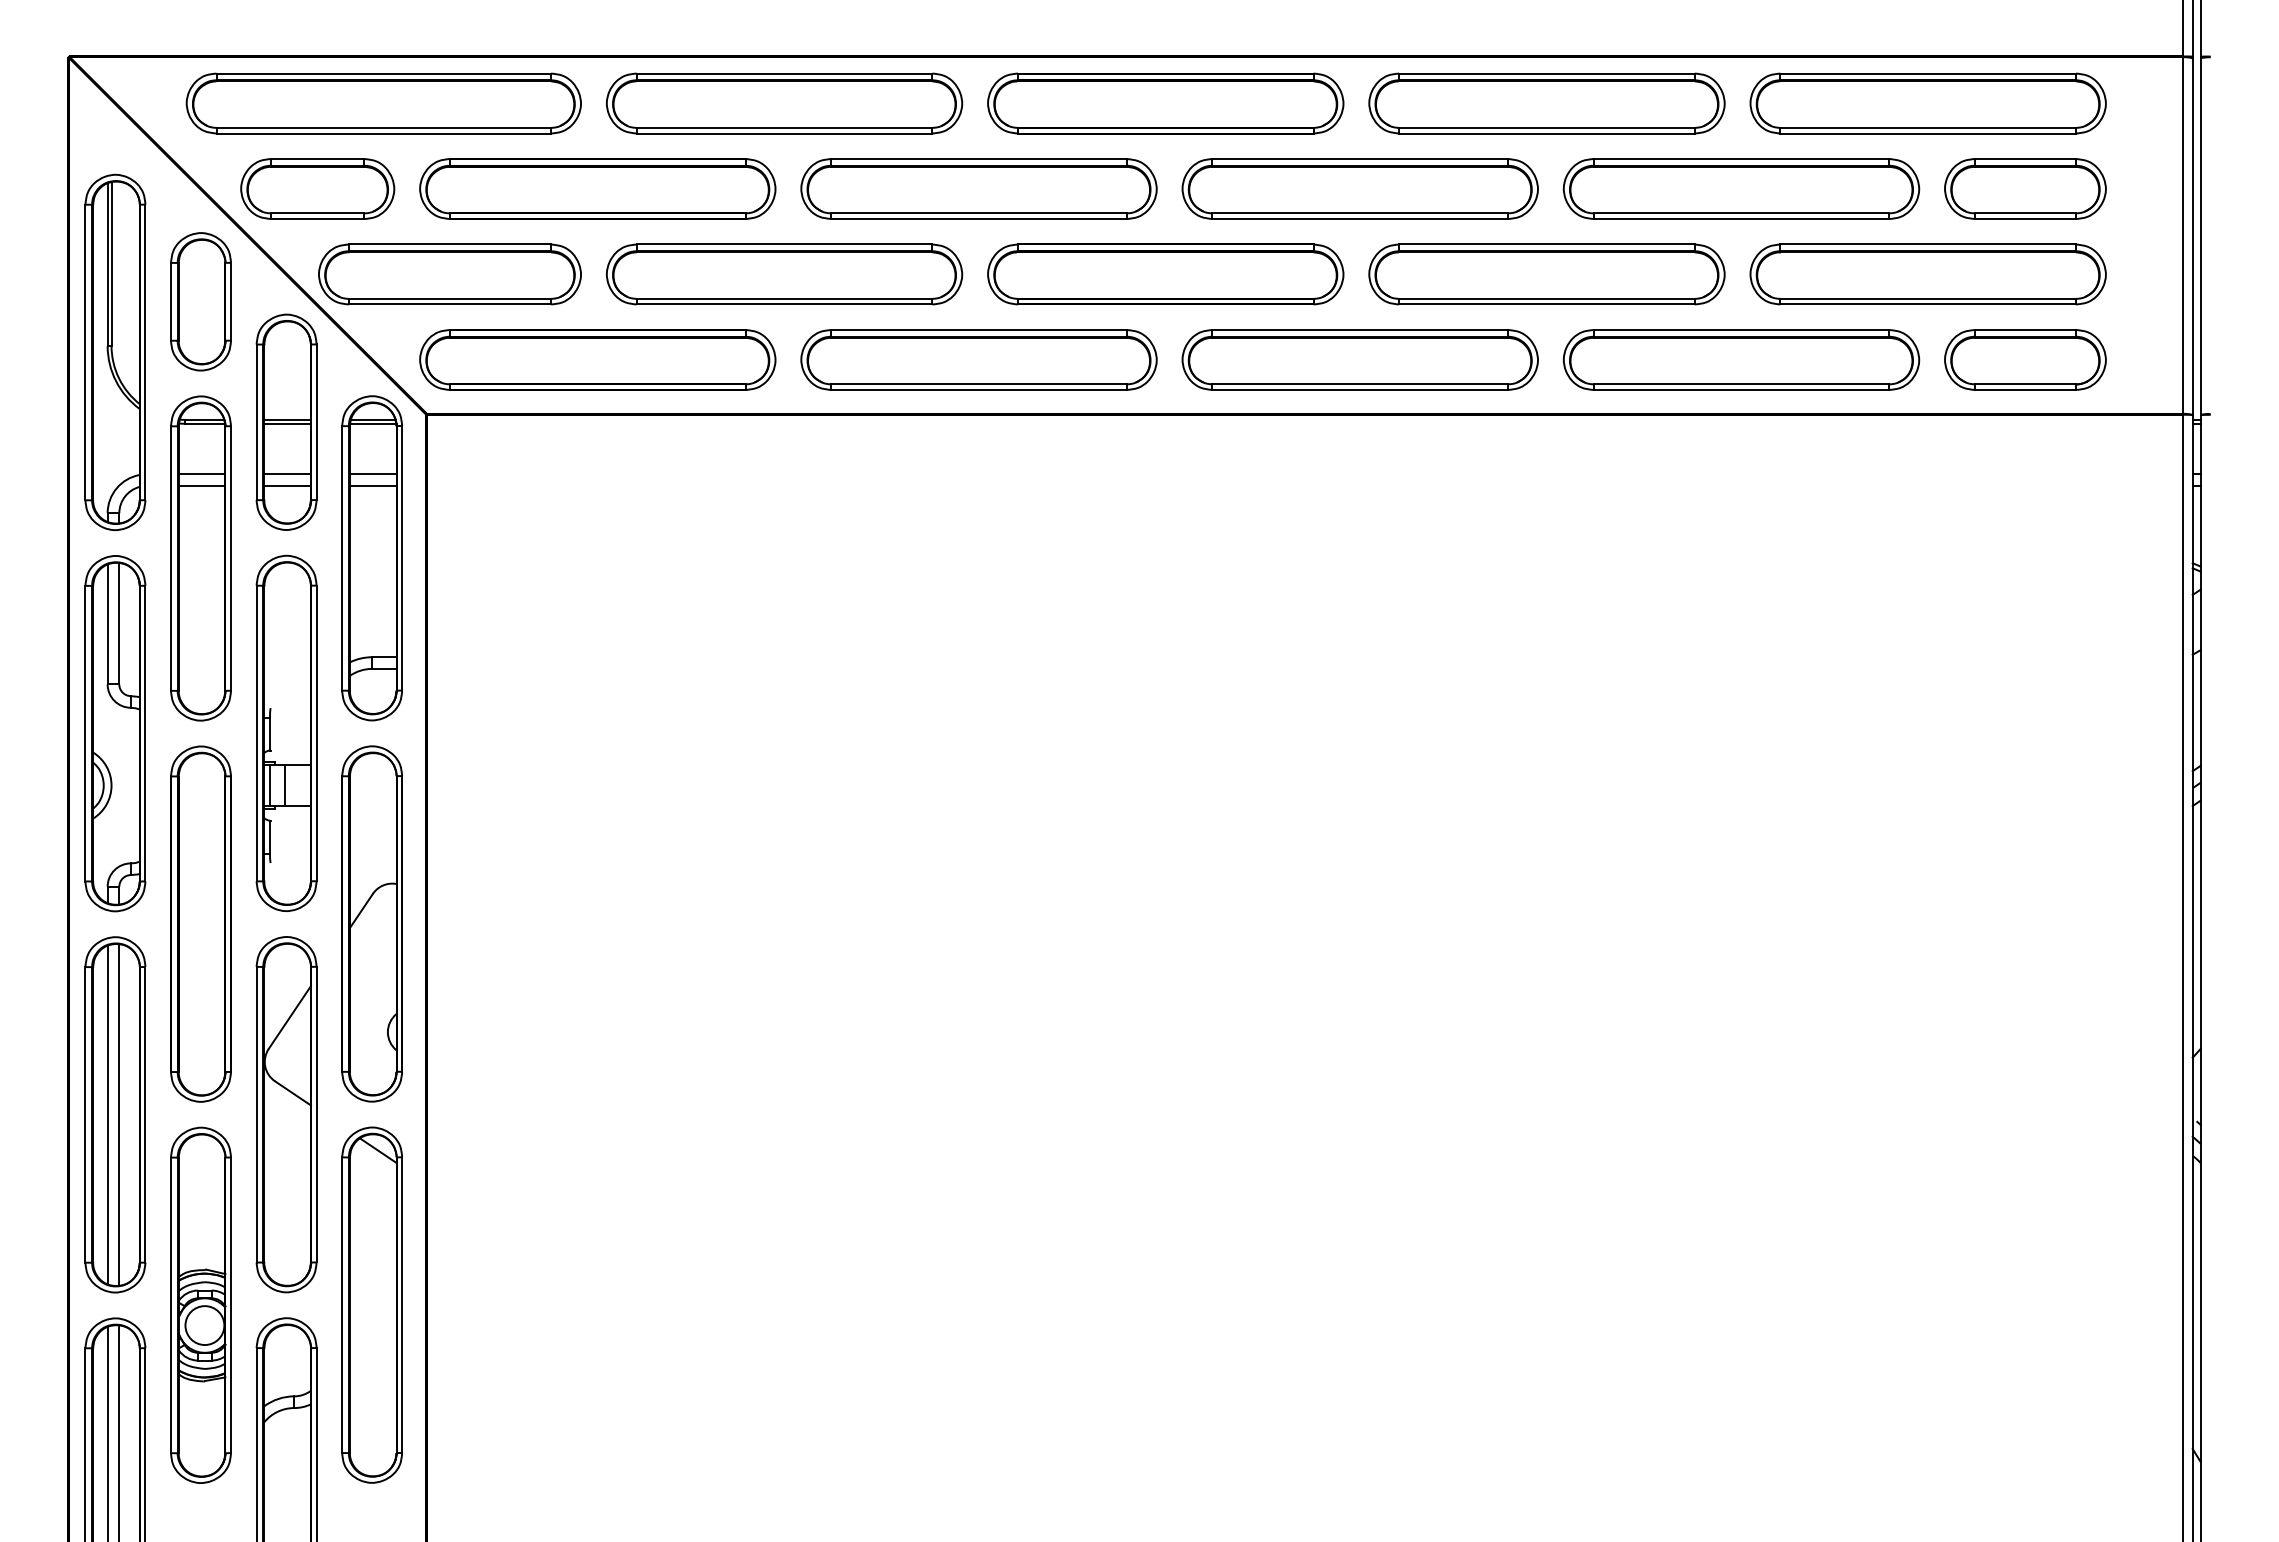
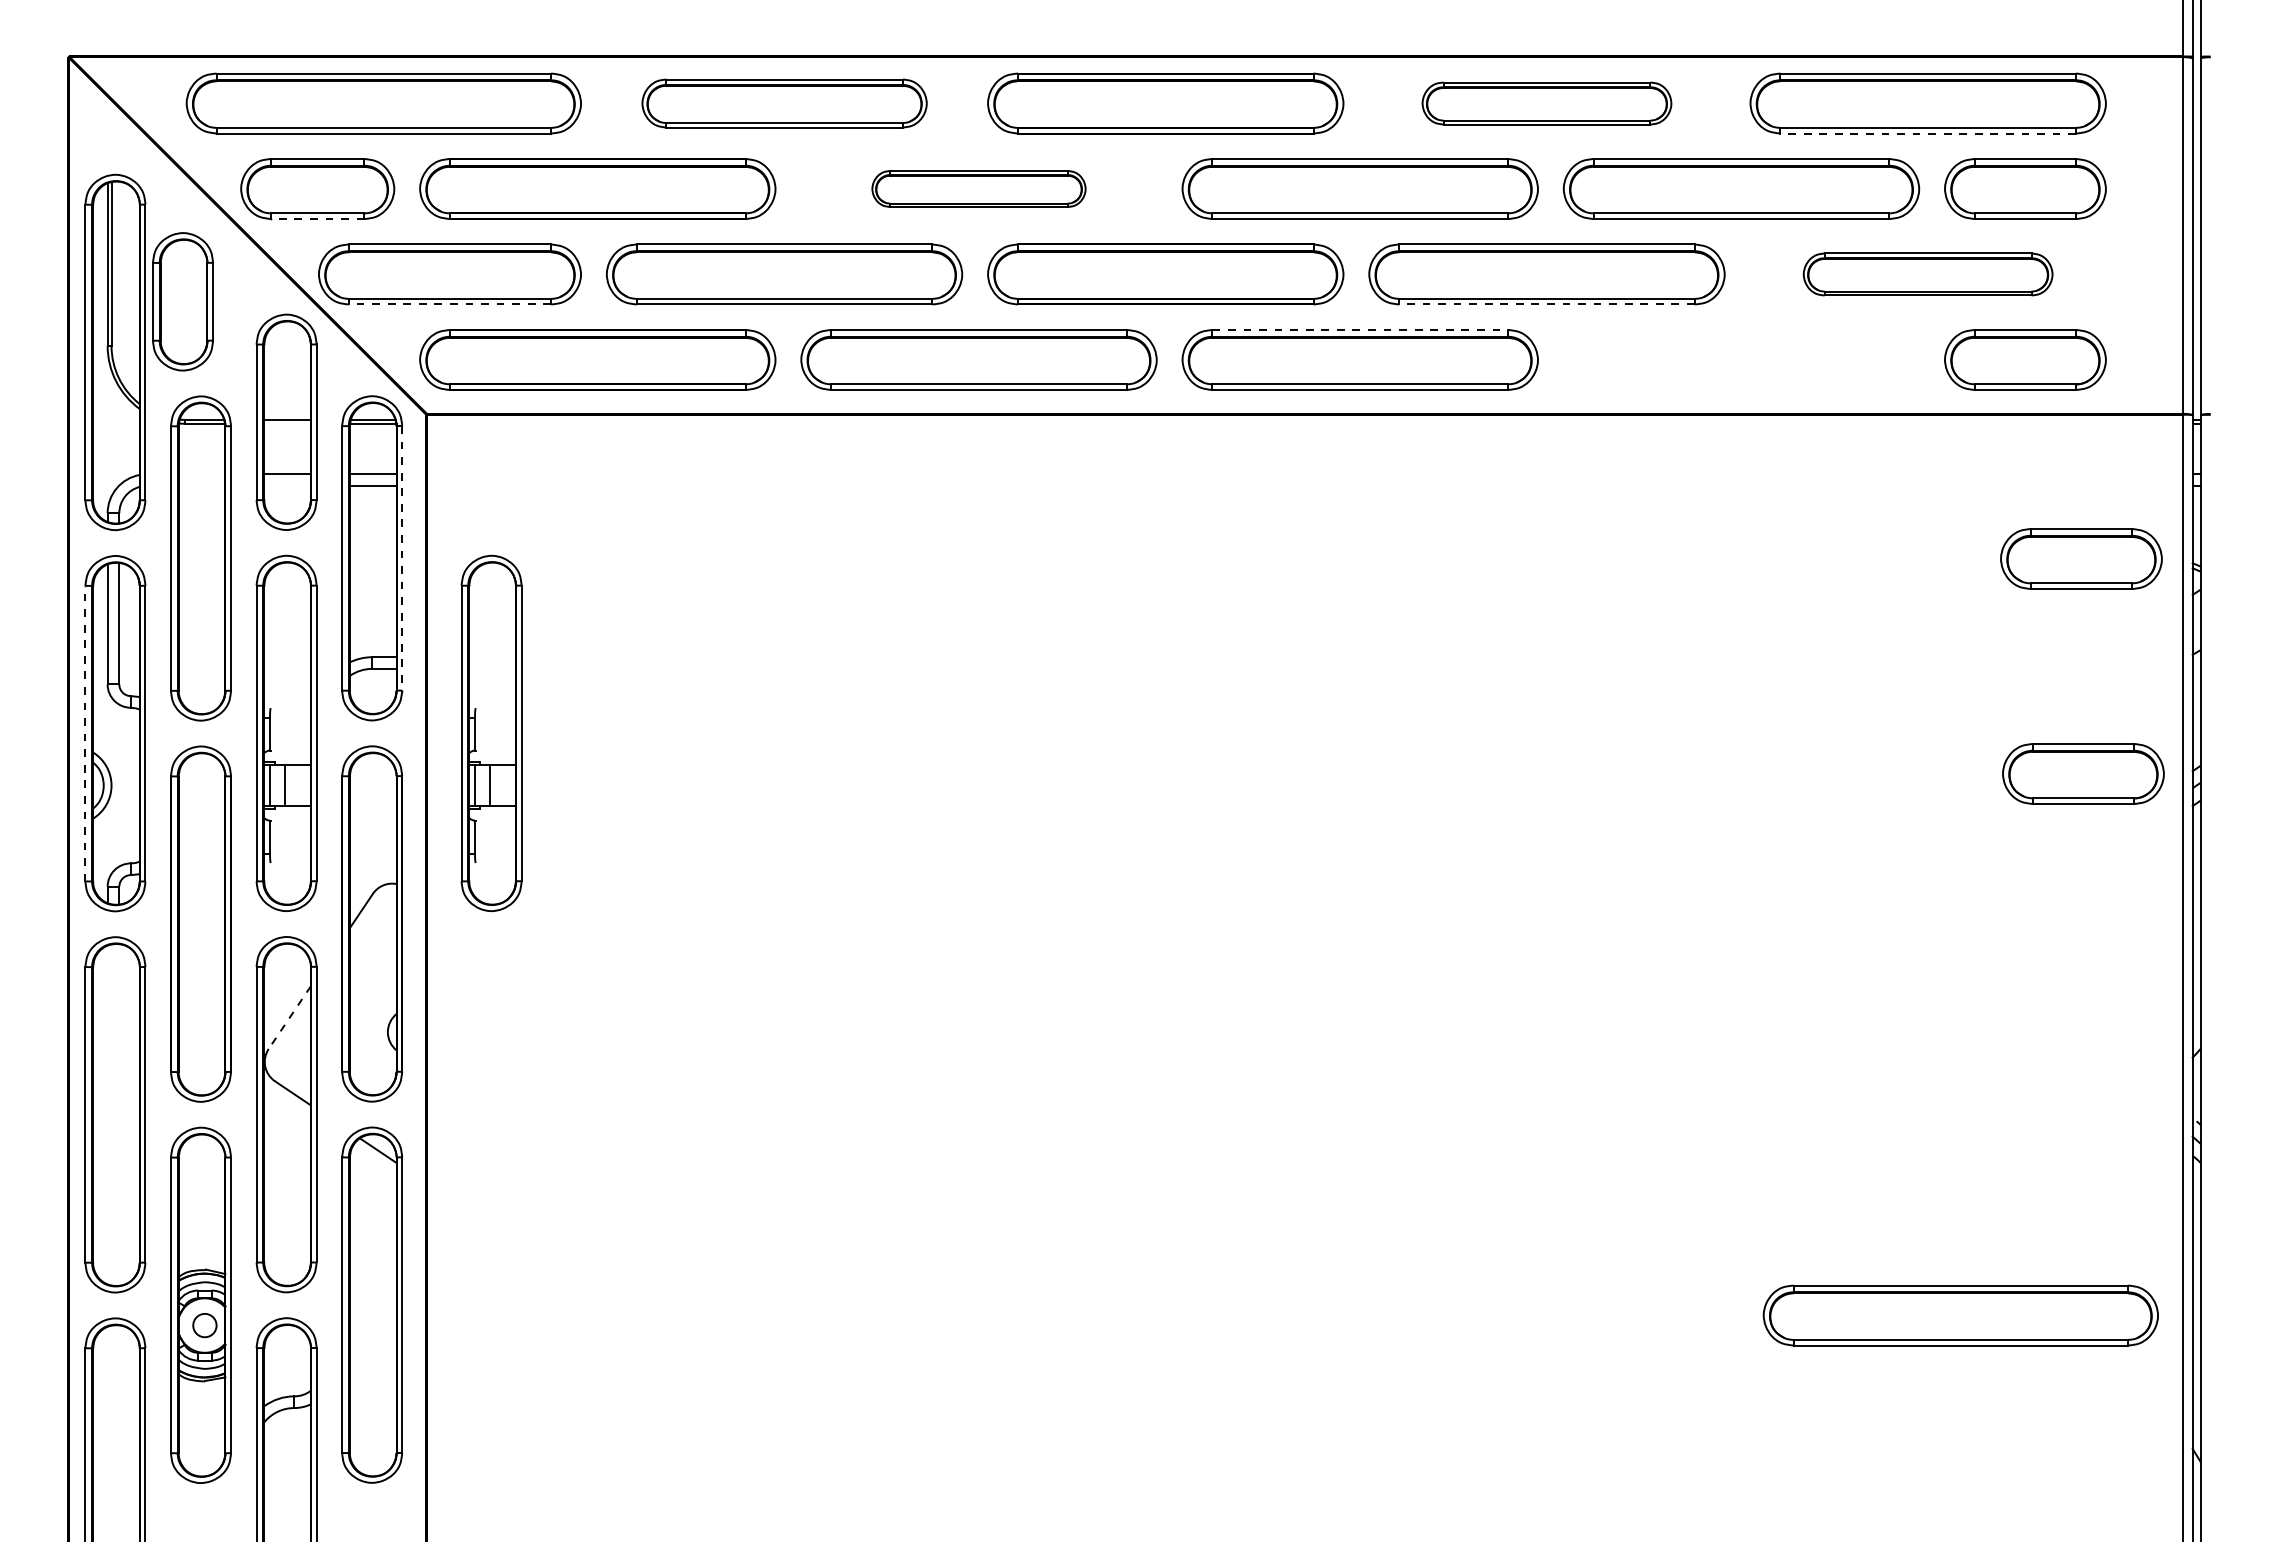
part at (784, 103) size: 358x63 px -> 287x51 px
part at (1546, 103) size: 358x63 px -> 252x45 px
line at (1928, 133): solid -> dashed
part at (978, 188) size: 358x62 px -> 216x38 px
line at (317, 219): solid -> dashed
part at (1927, 274) size: 358x63 px -> 252x45 px
part at (200, 301) position: (200, 301) -> (182, 301)
line at (449, 304): solid -> dashed
line at (1546, 304): solid -> dashed
line at (1360, 330): solid -> dashed
part at (1741, 359): present -> none
line at (287, 423): present -> none
line at (201, 474): present -> none
line at (201, 486): present -> none
line at (287, 486): present -> none
line at (402, 558): solid -> dashed
part at (2081, 558): none -> present
part at (491, 732): none -> present
line at (85, 733): solid -> dashed
part at (2083, 773): none -> present
line at (289, 1017): solid -> dashed
line at (107, 1114): present -> none
line at (119, 1114): present -> none
part at (1960, 1315): none -> present
circle at (204, 1325) diameter: 39 px -> 23 px
line at (119, 1431): present -> none
line at (107, 1432): present -> none
